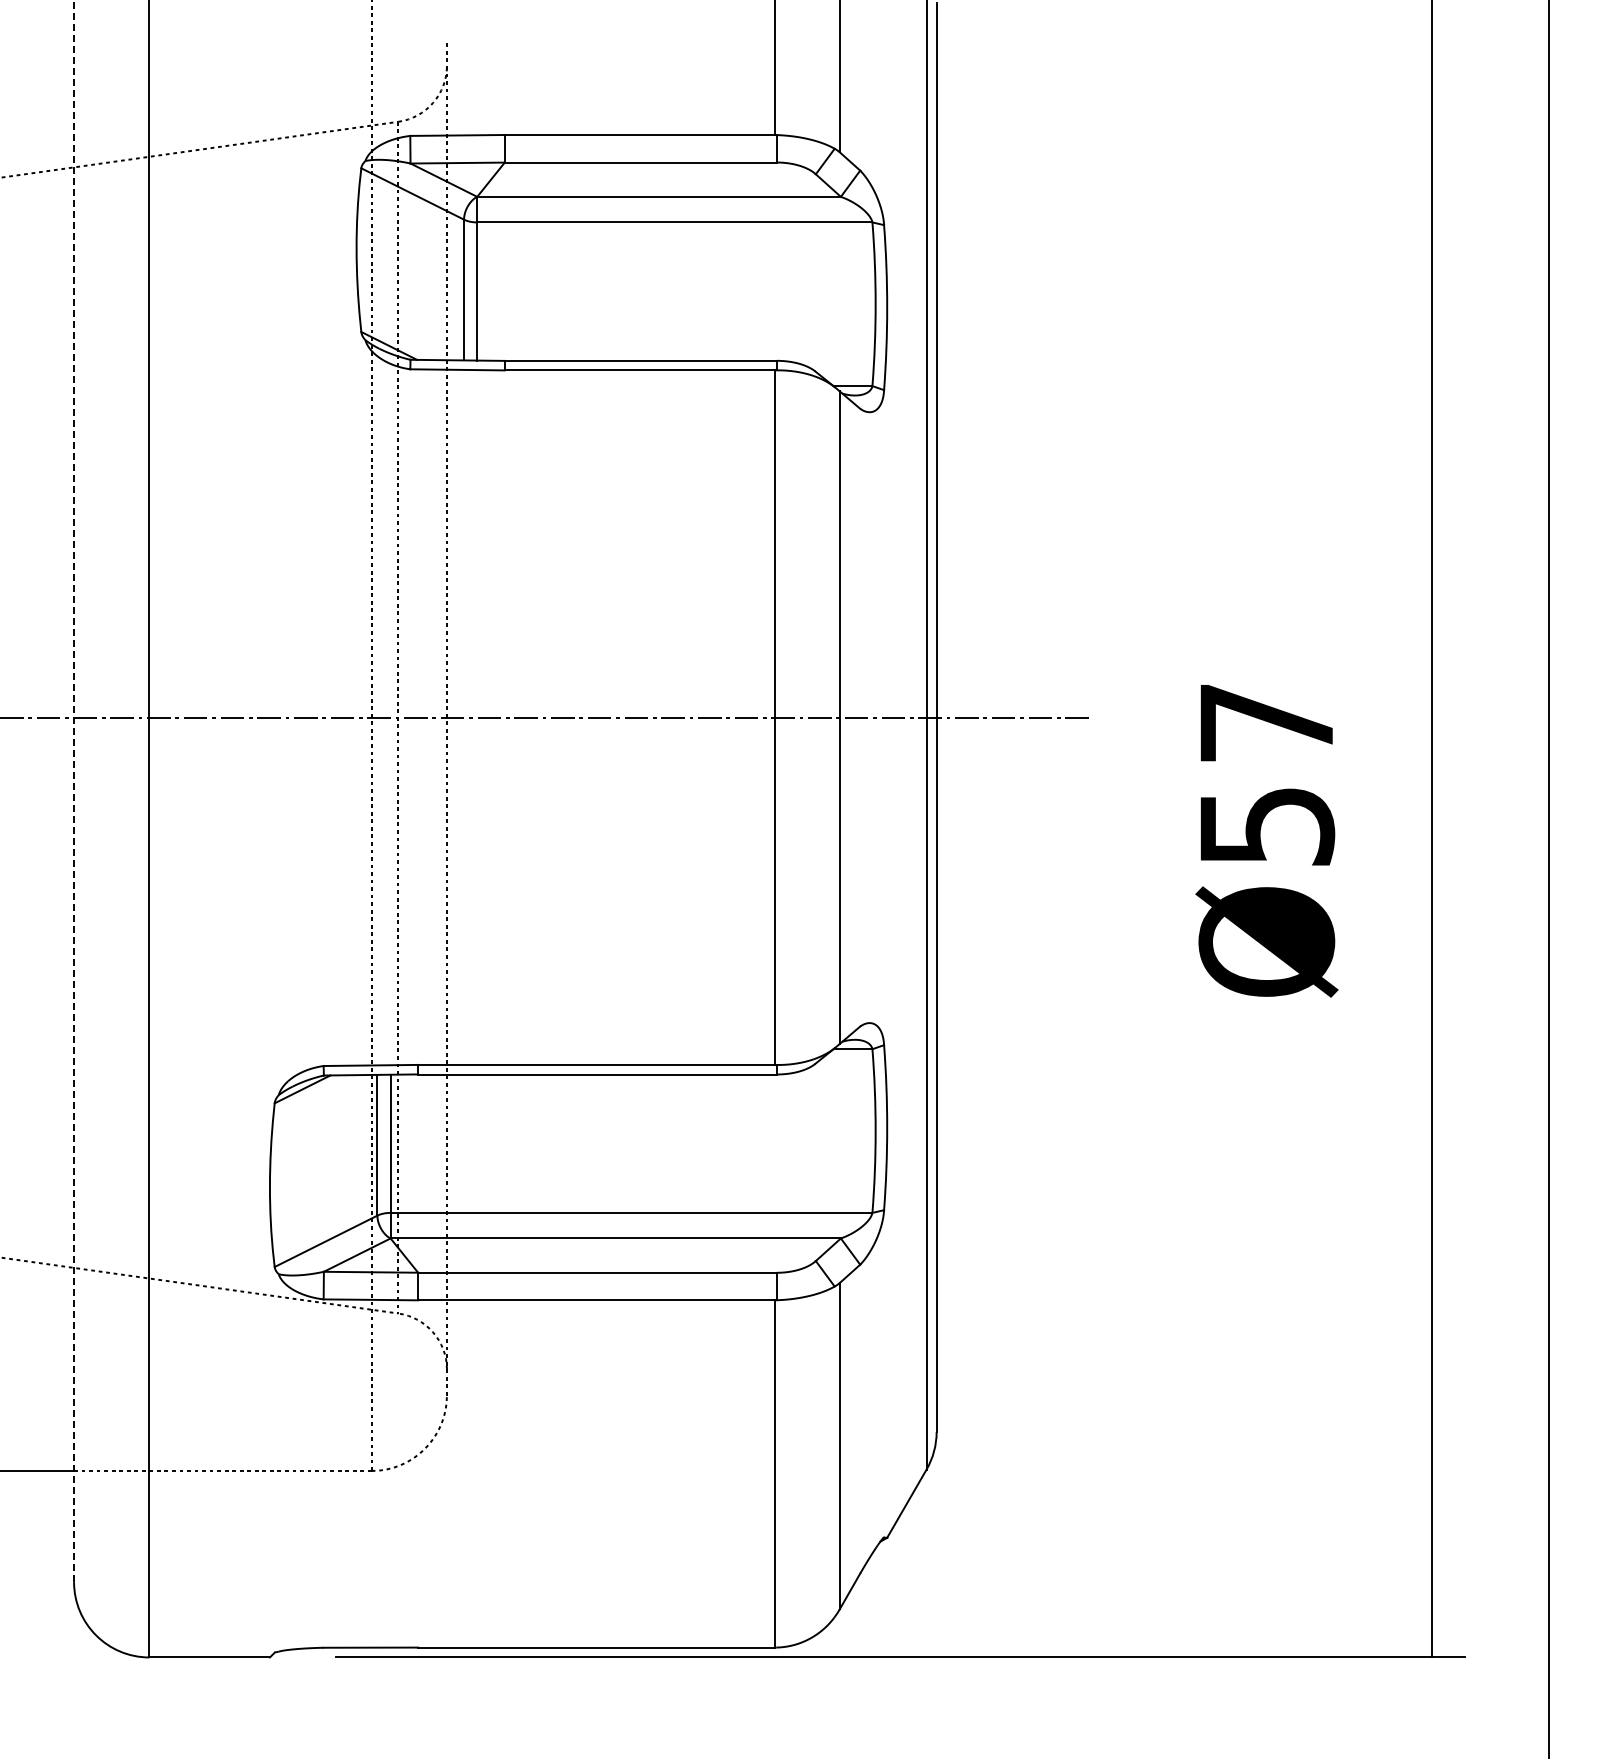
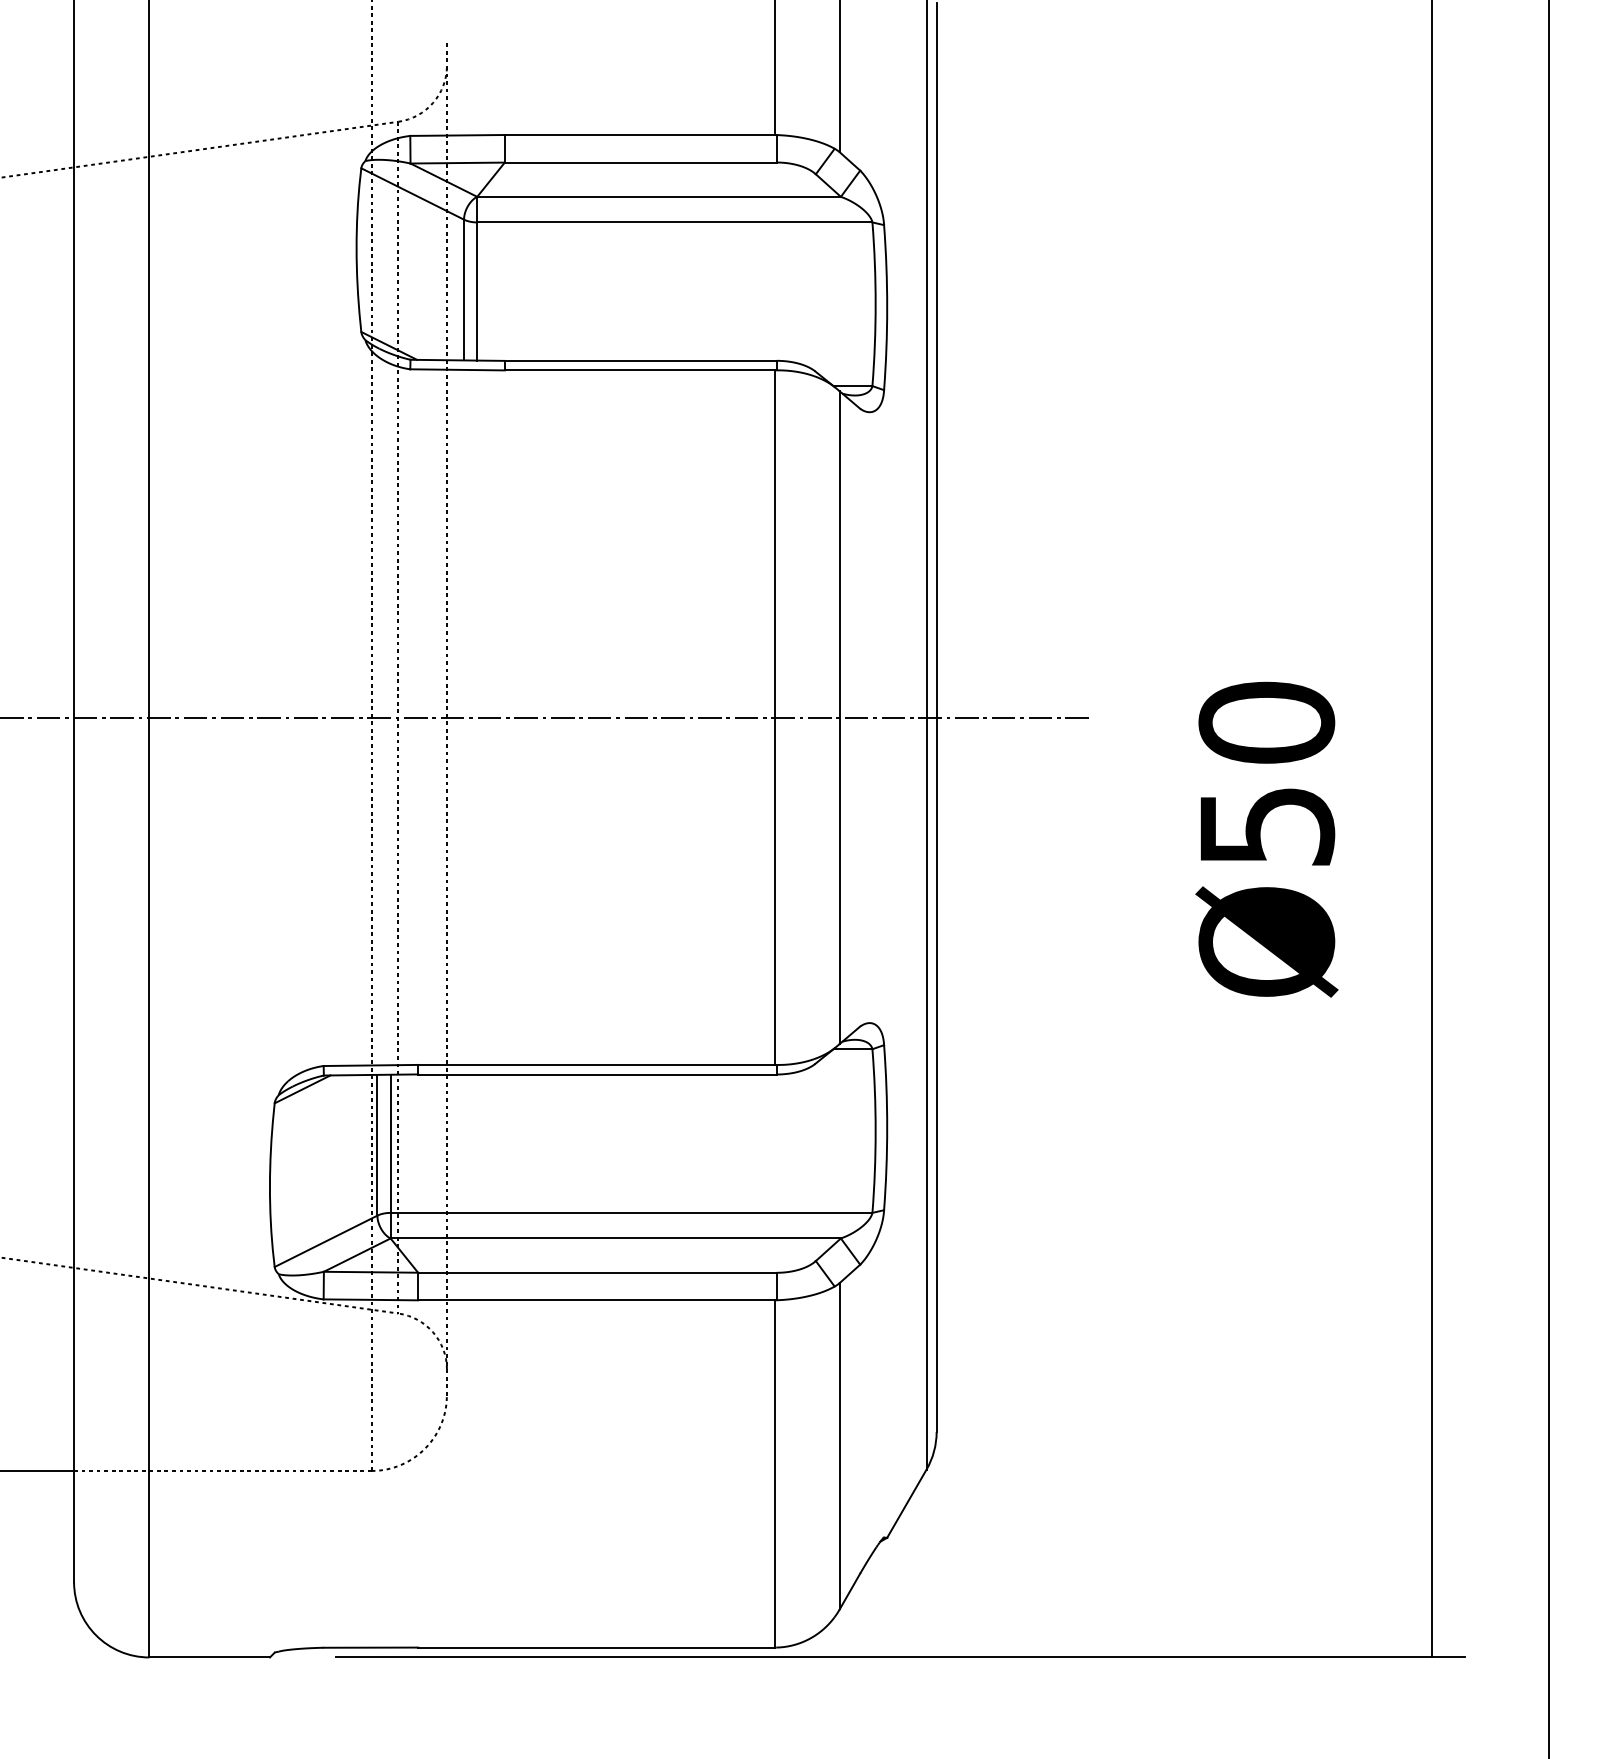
text at (1266, 722): Ø57 -> Ø50
line at (74, 791): dashed -> solid
